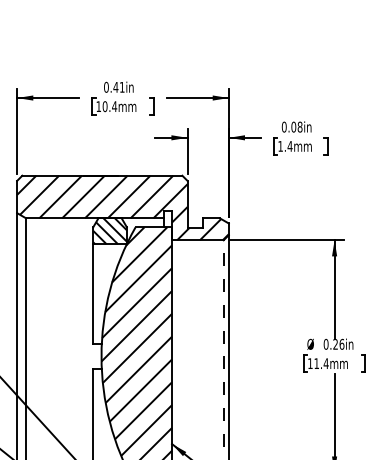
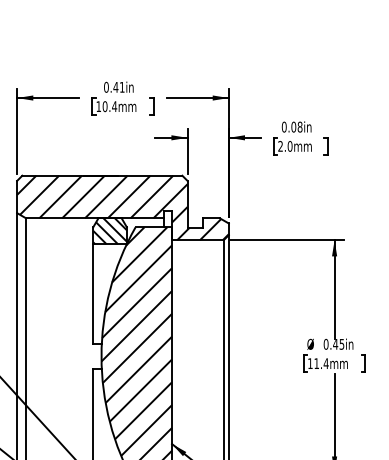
text at (285, 146): 1.4mm -> 2.0mm
text at (338, 343): 0.26in -> 0.45in
line at (223, 349): dashed -> solid
